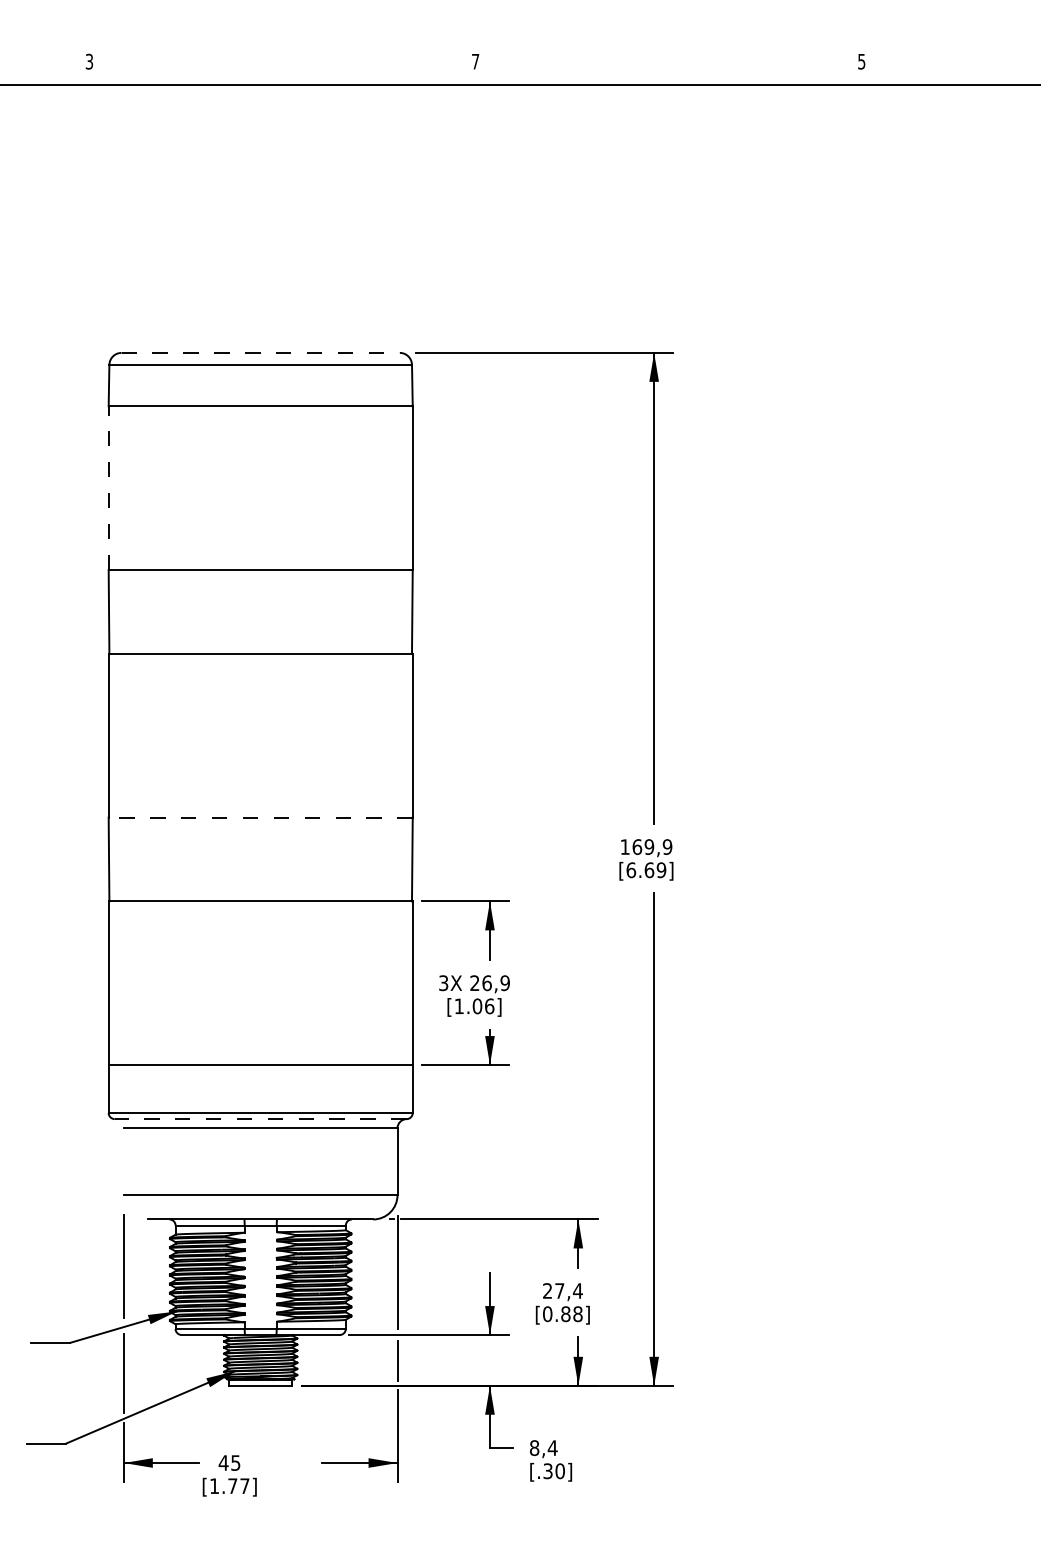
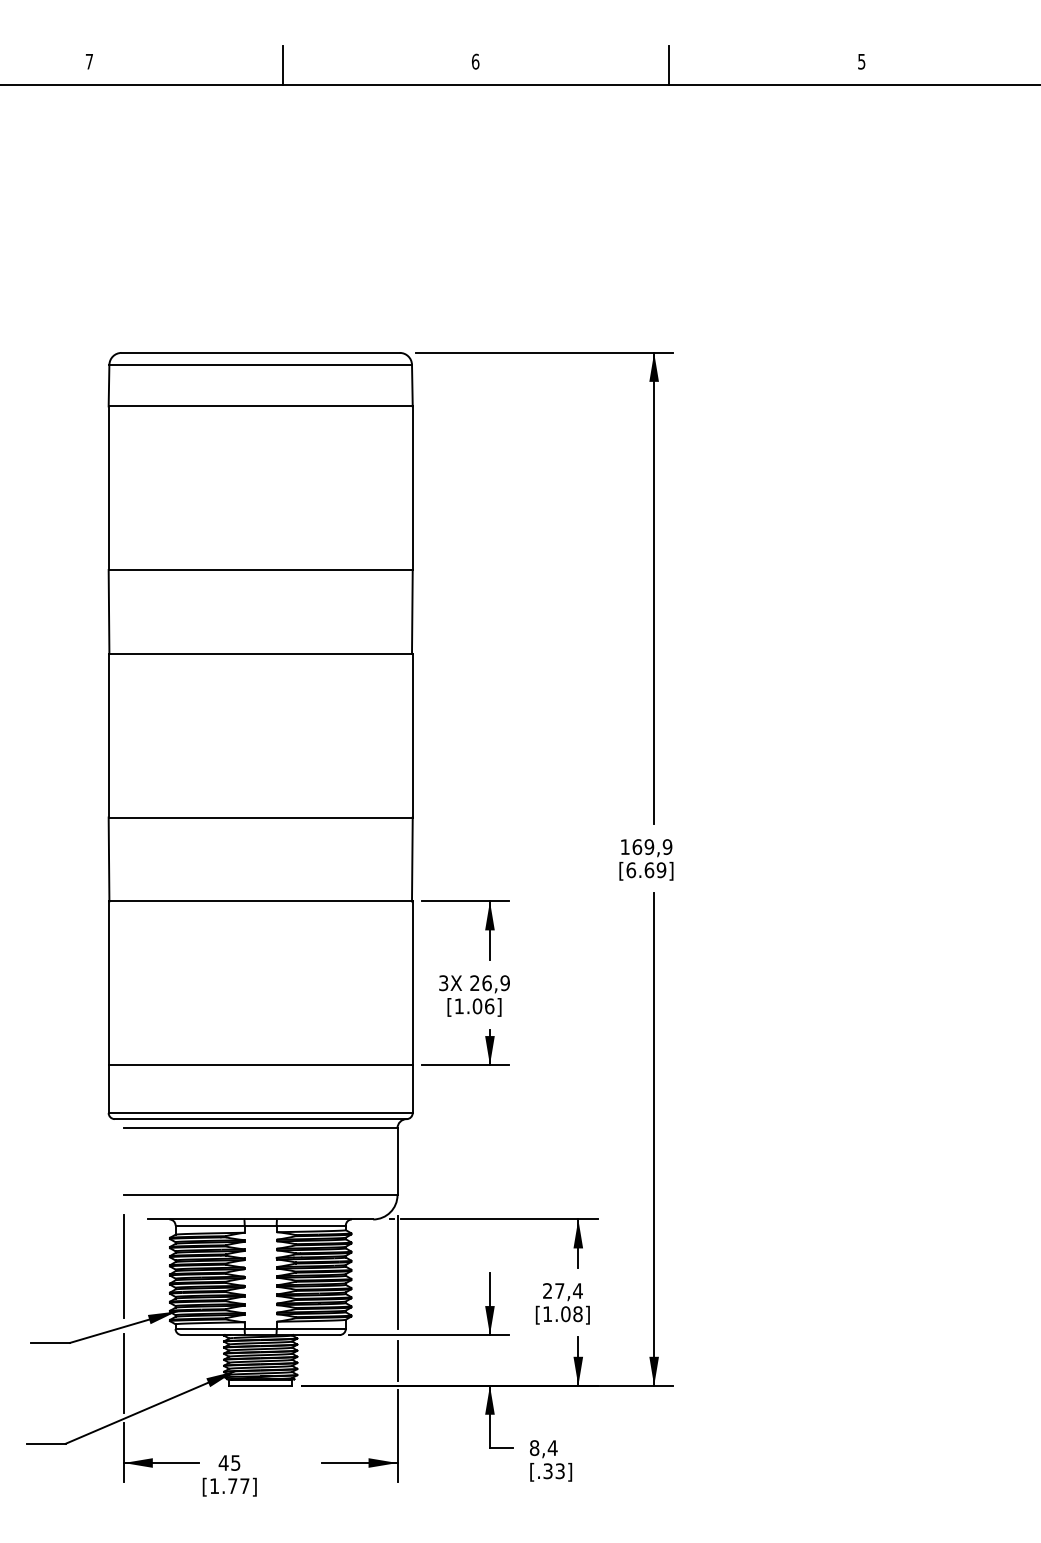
text at (89, 61): 3 -> 7
text at (475, 61): 7 -> 6
line at (282, 65): none -> present
line at (668, 65): none -> present
line at (261, 352): dashed -> solid
line at (108, 488): dashed -> solid
line at (260, 817): dashed -> solid
line at (260, 1119): dashed -> solid
text at (556, 1314): [0.88] -> [1.08]
text at (559, 1471): [.30] -> [.33]
